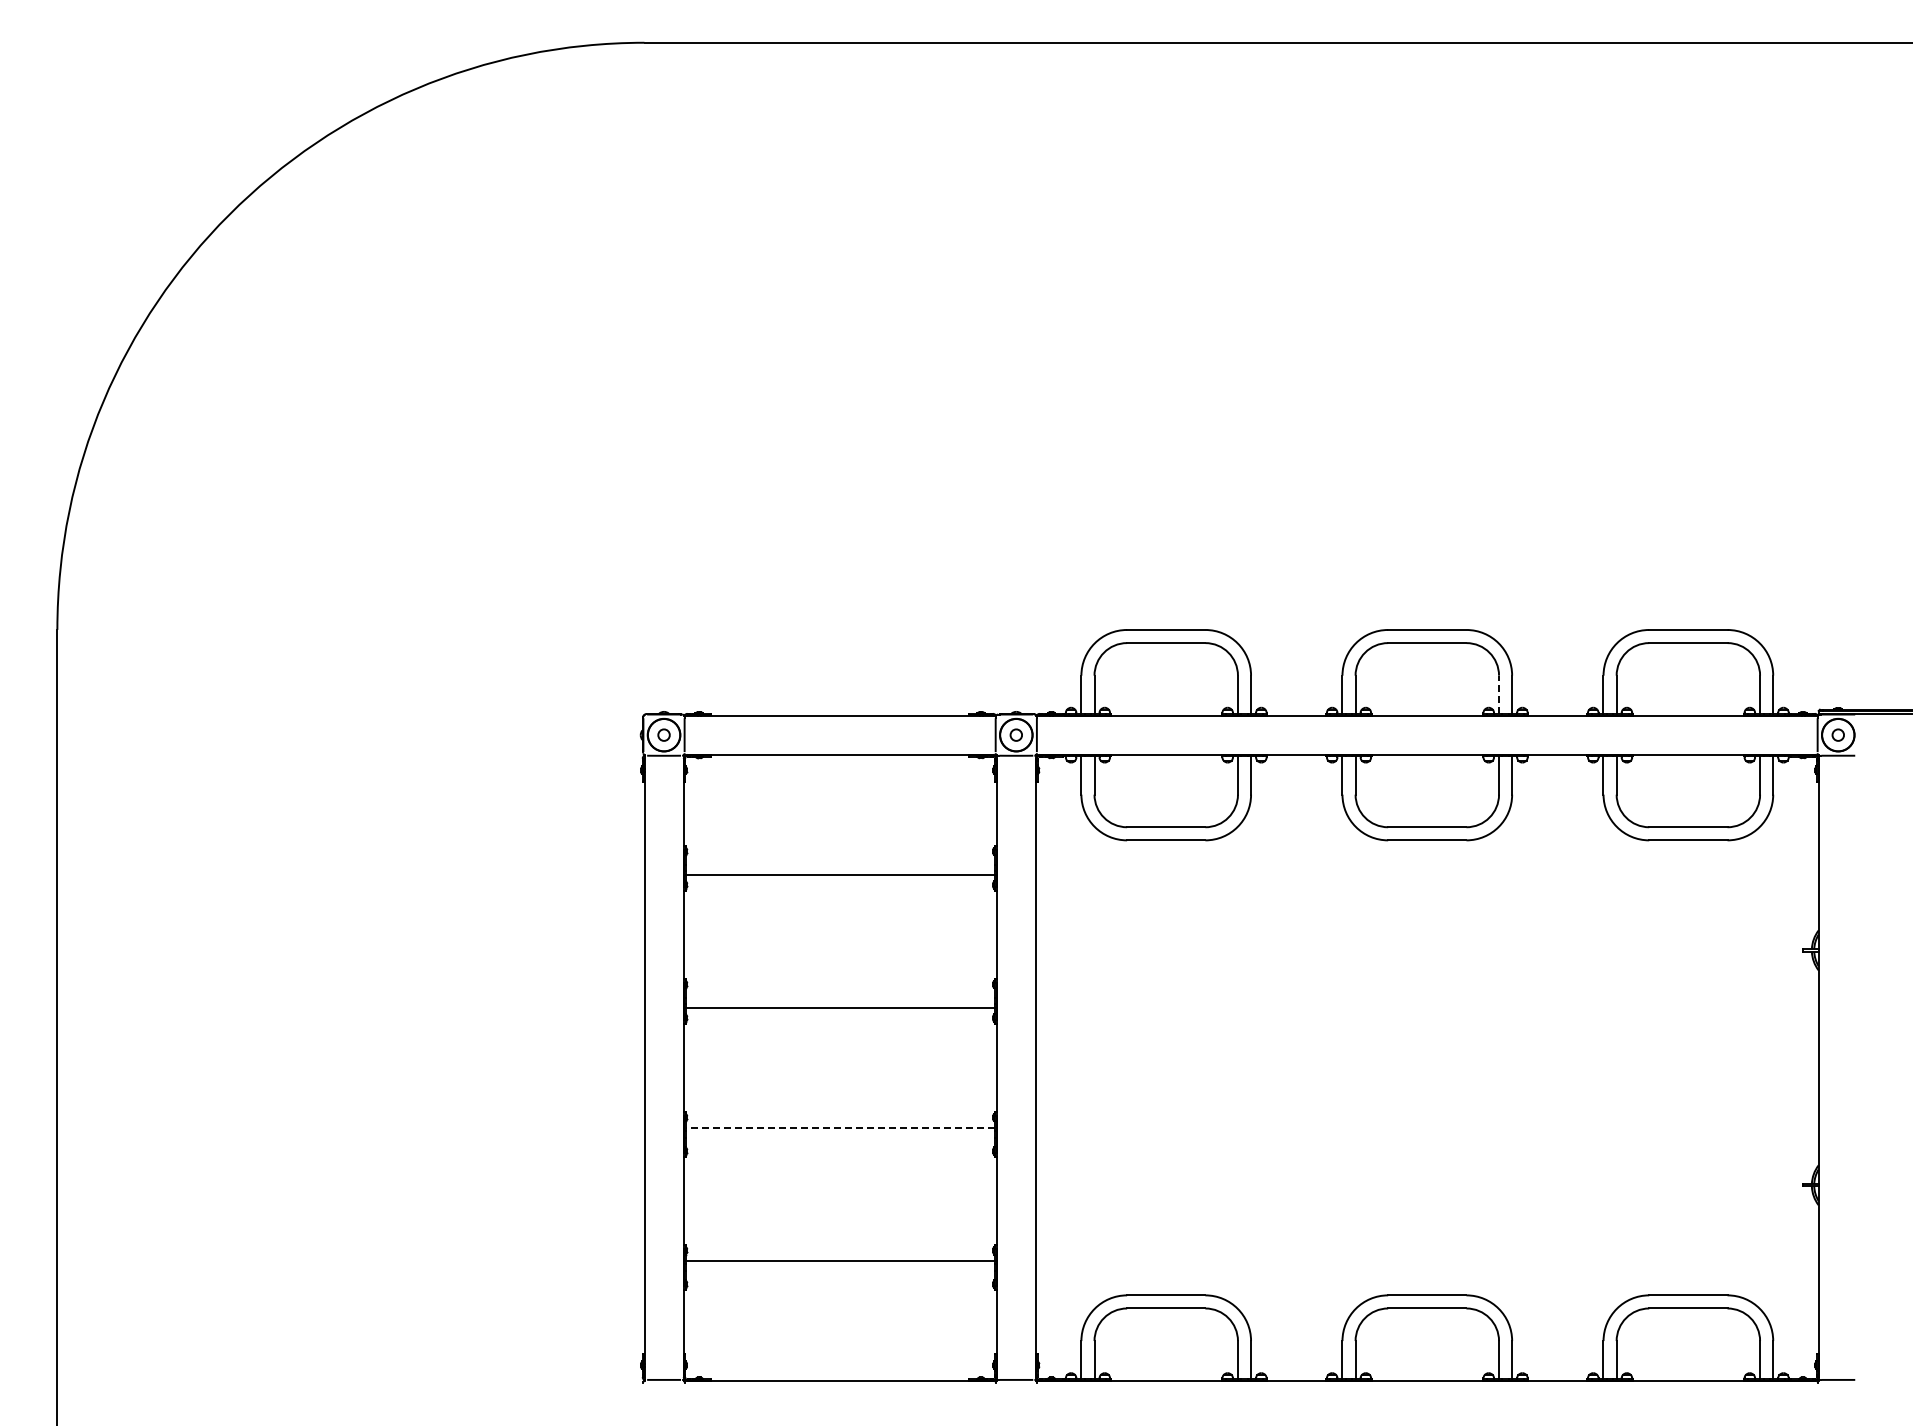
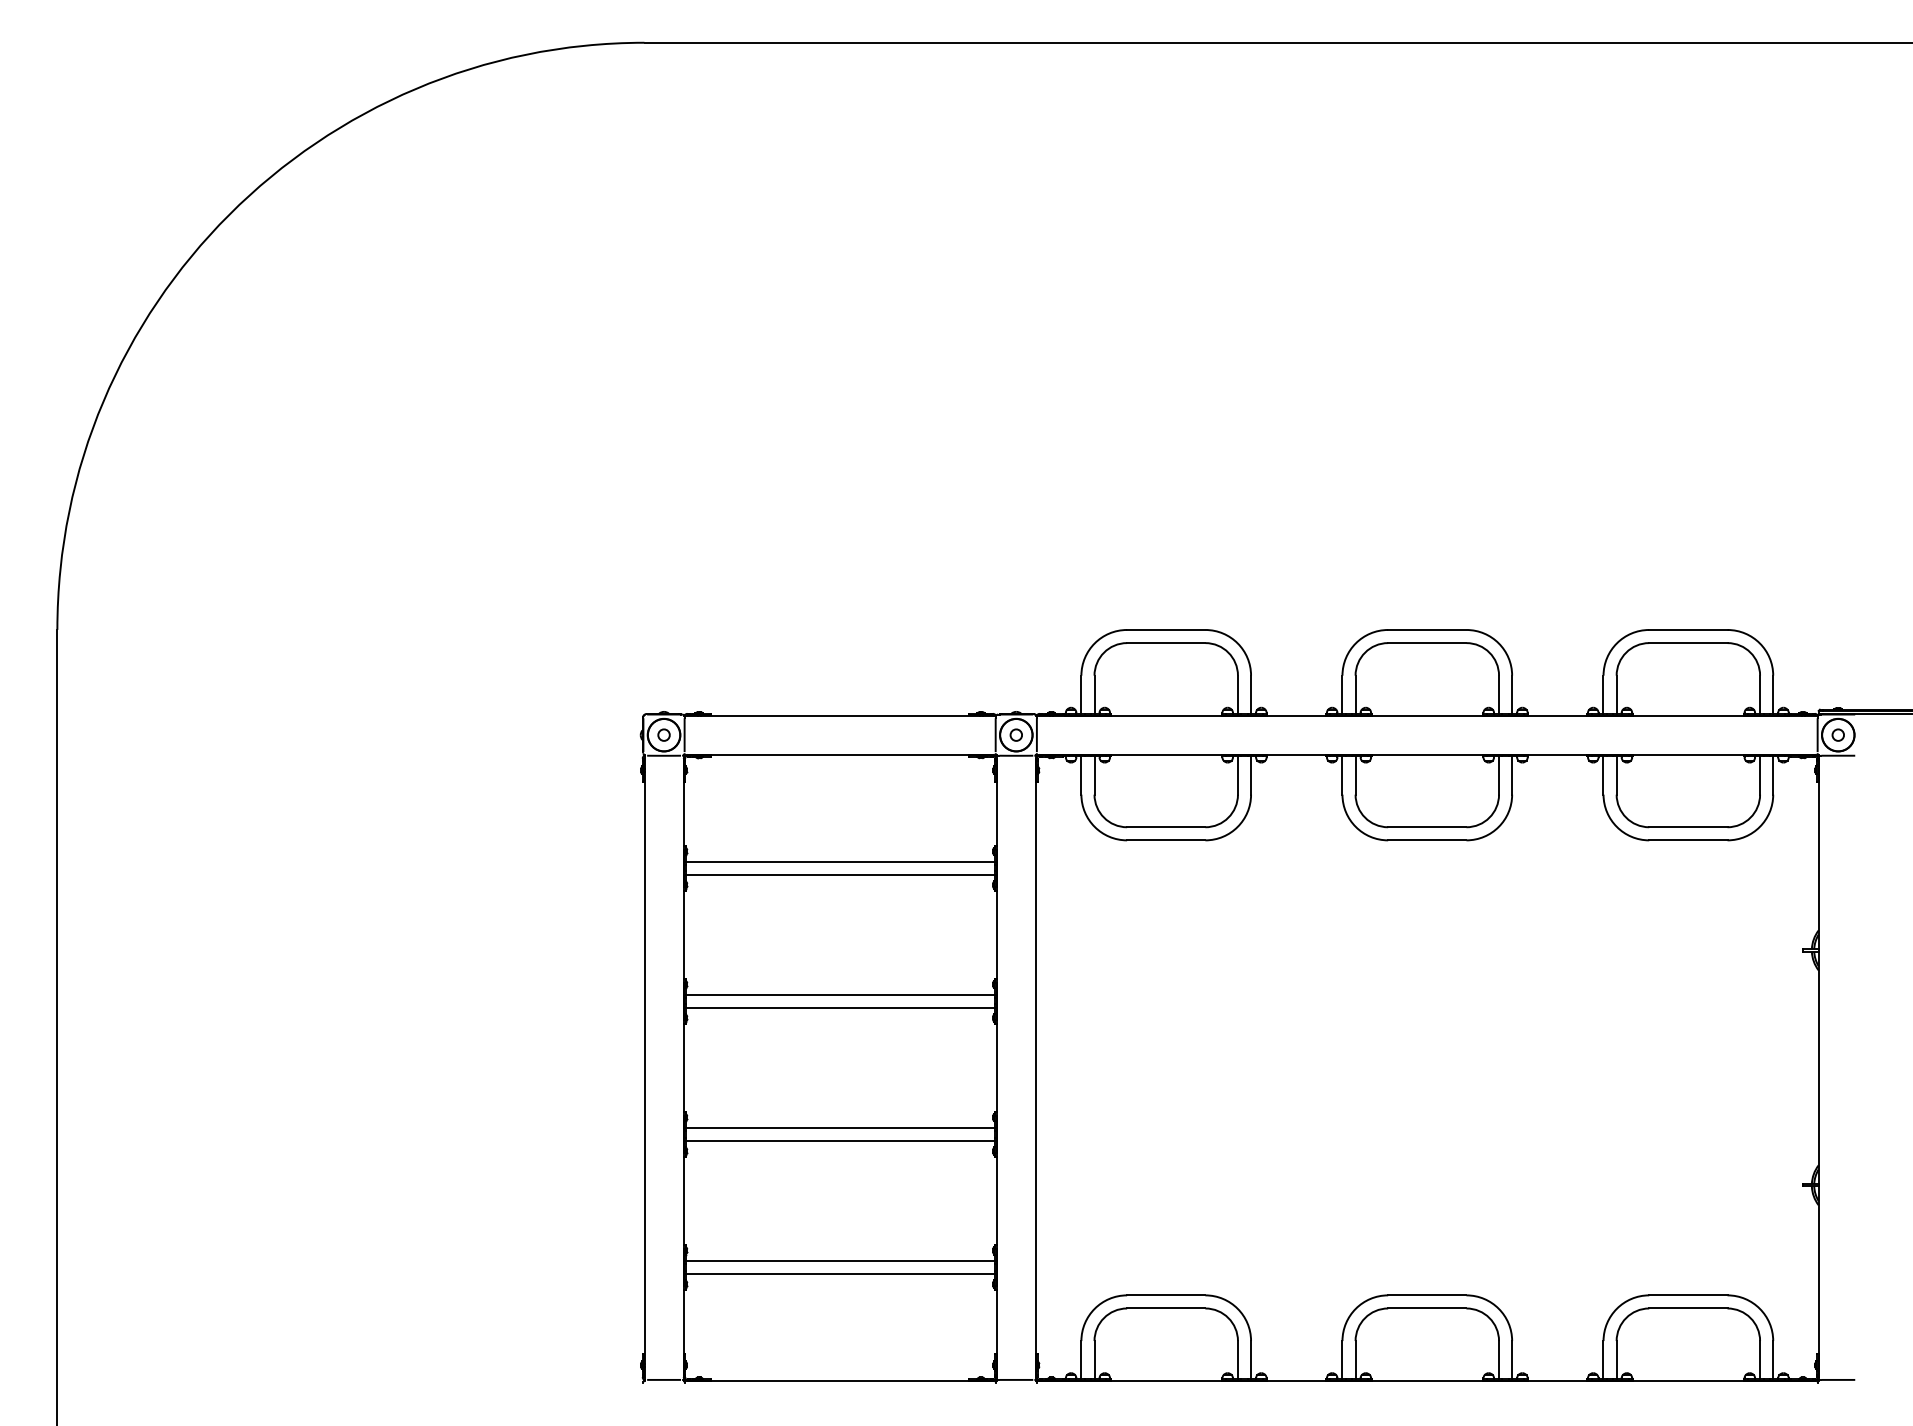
line at (1498, 694): dashed -> solid
line at (839, 861): none -> present
line at (839, 994): none -> present
line at (840, 1127): dashed -> solid
line at (839, 1140): none -> present
line at (839, 1274): none -> present
